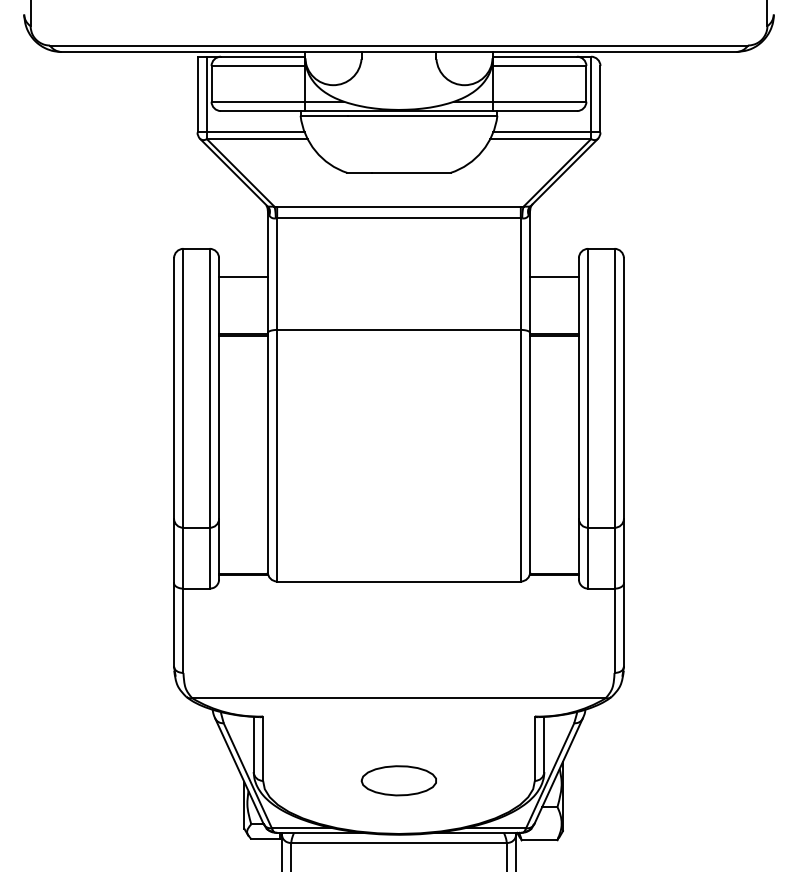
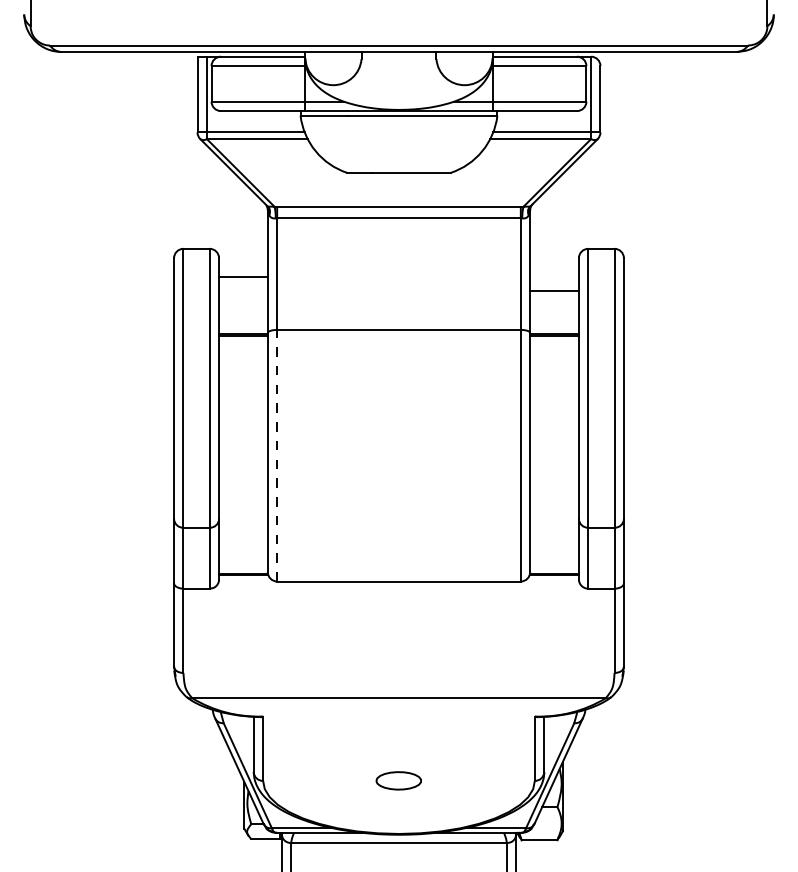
line at (554, 276) position: (554, 276) -> (554, 290)
line at (277, 455): solid -> dashed
part at (398, 780) size: 77x32 px -> 47x20 px
